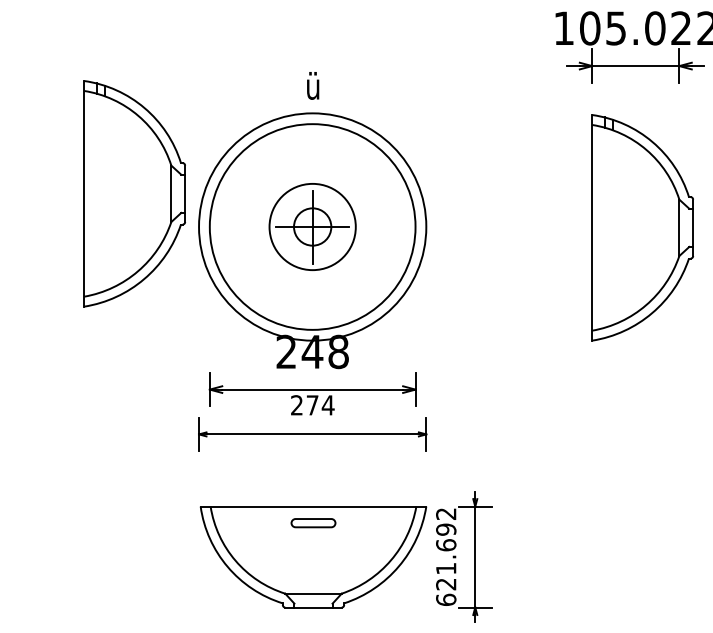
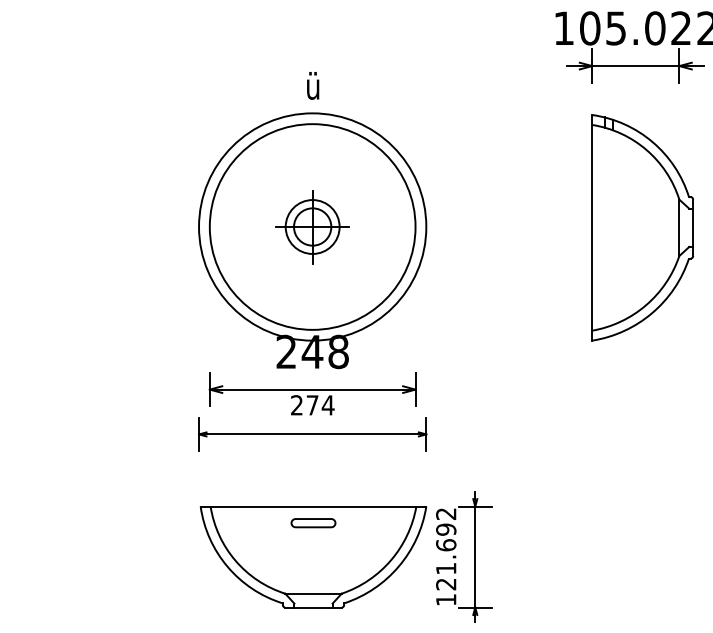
part at (134, 193): present -> none
circle at (312, 226) diameter: 86 px -> 54 px
text at (446, 599): 621.692 -> 121.692
